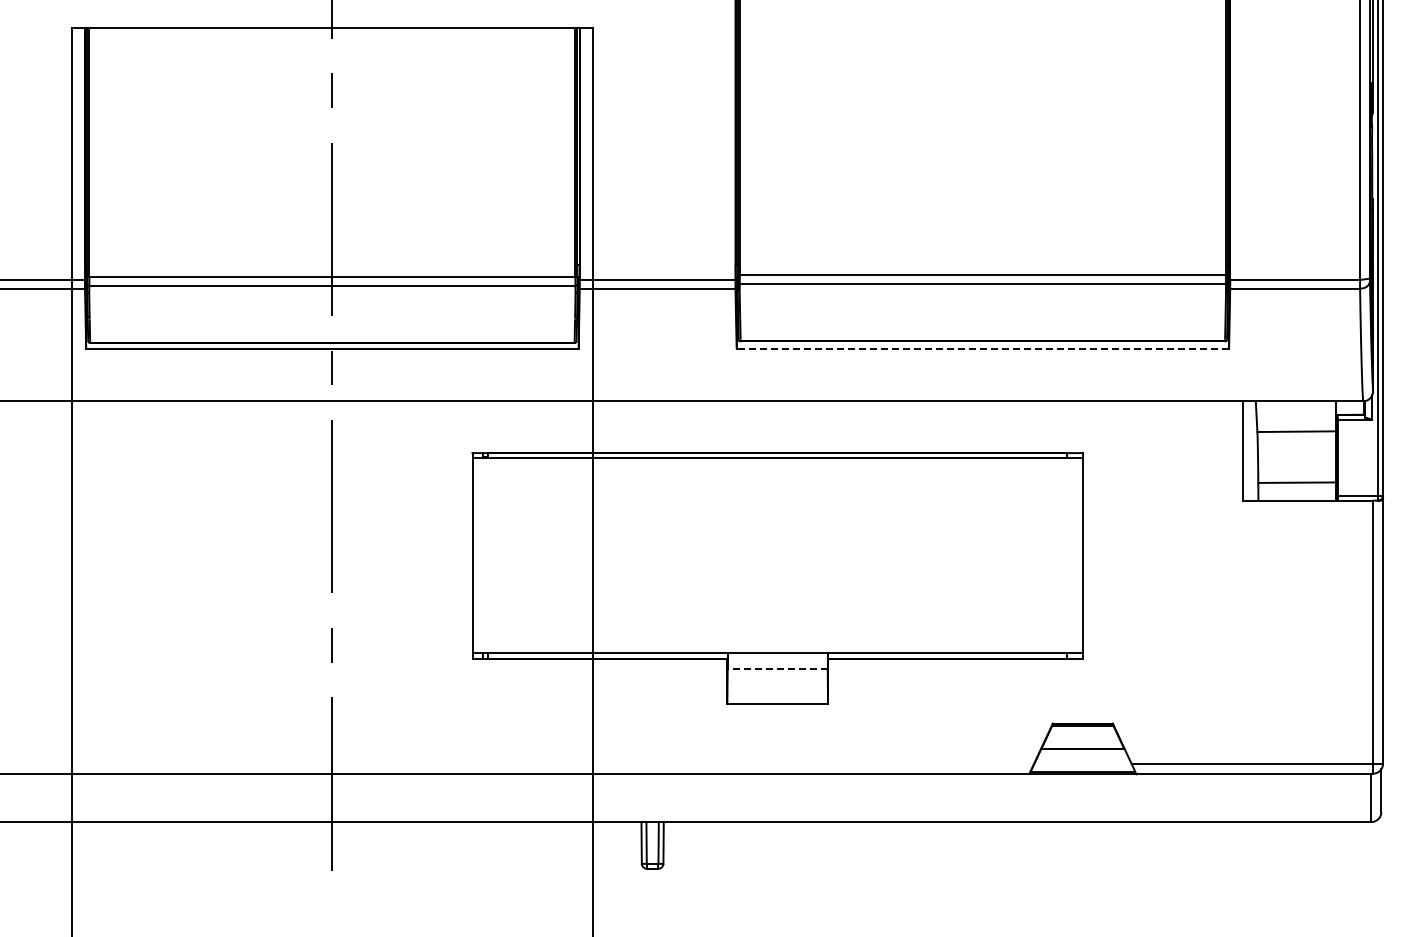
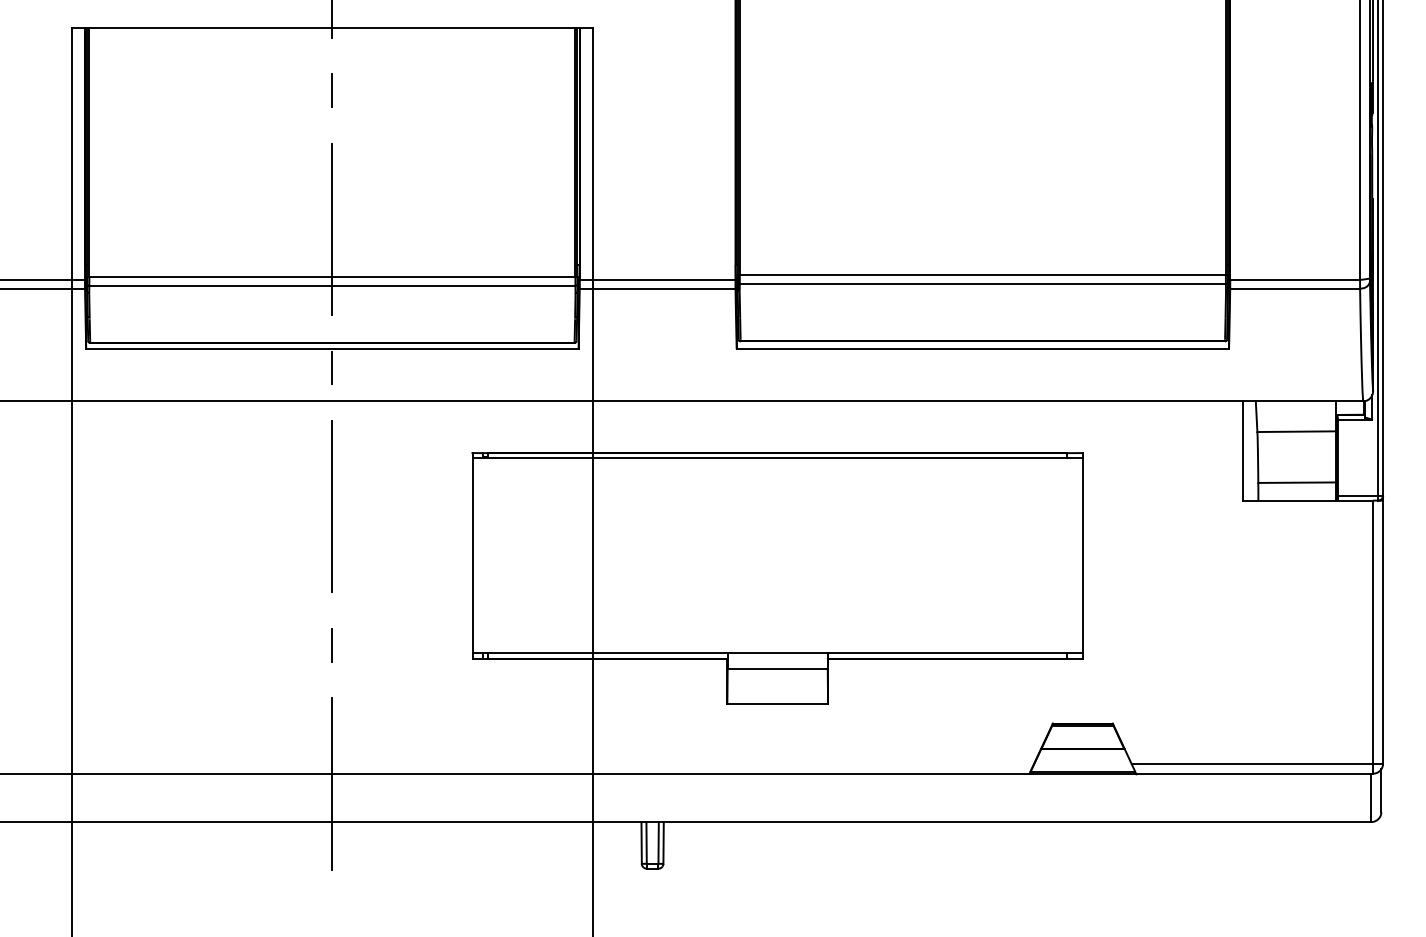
line at (982, 349): dashed -> solid
line at (777, 668): dashed -> solid
